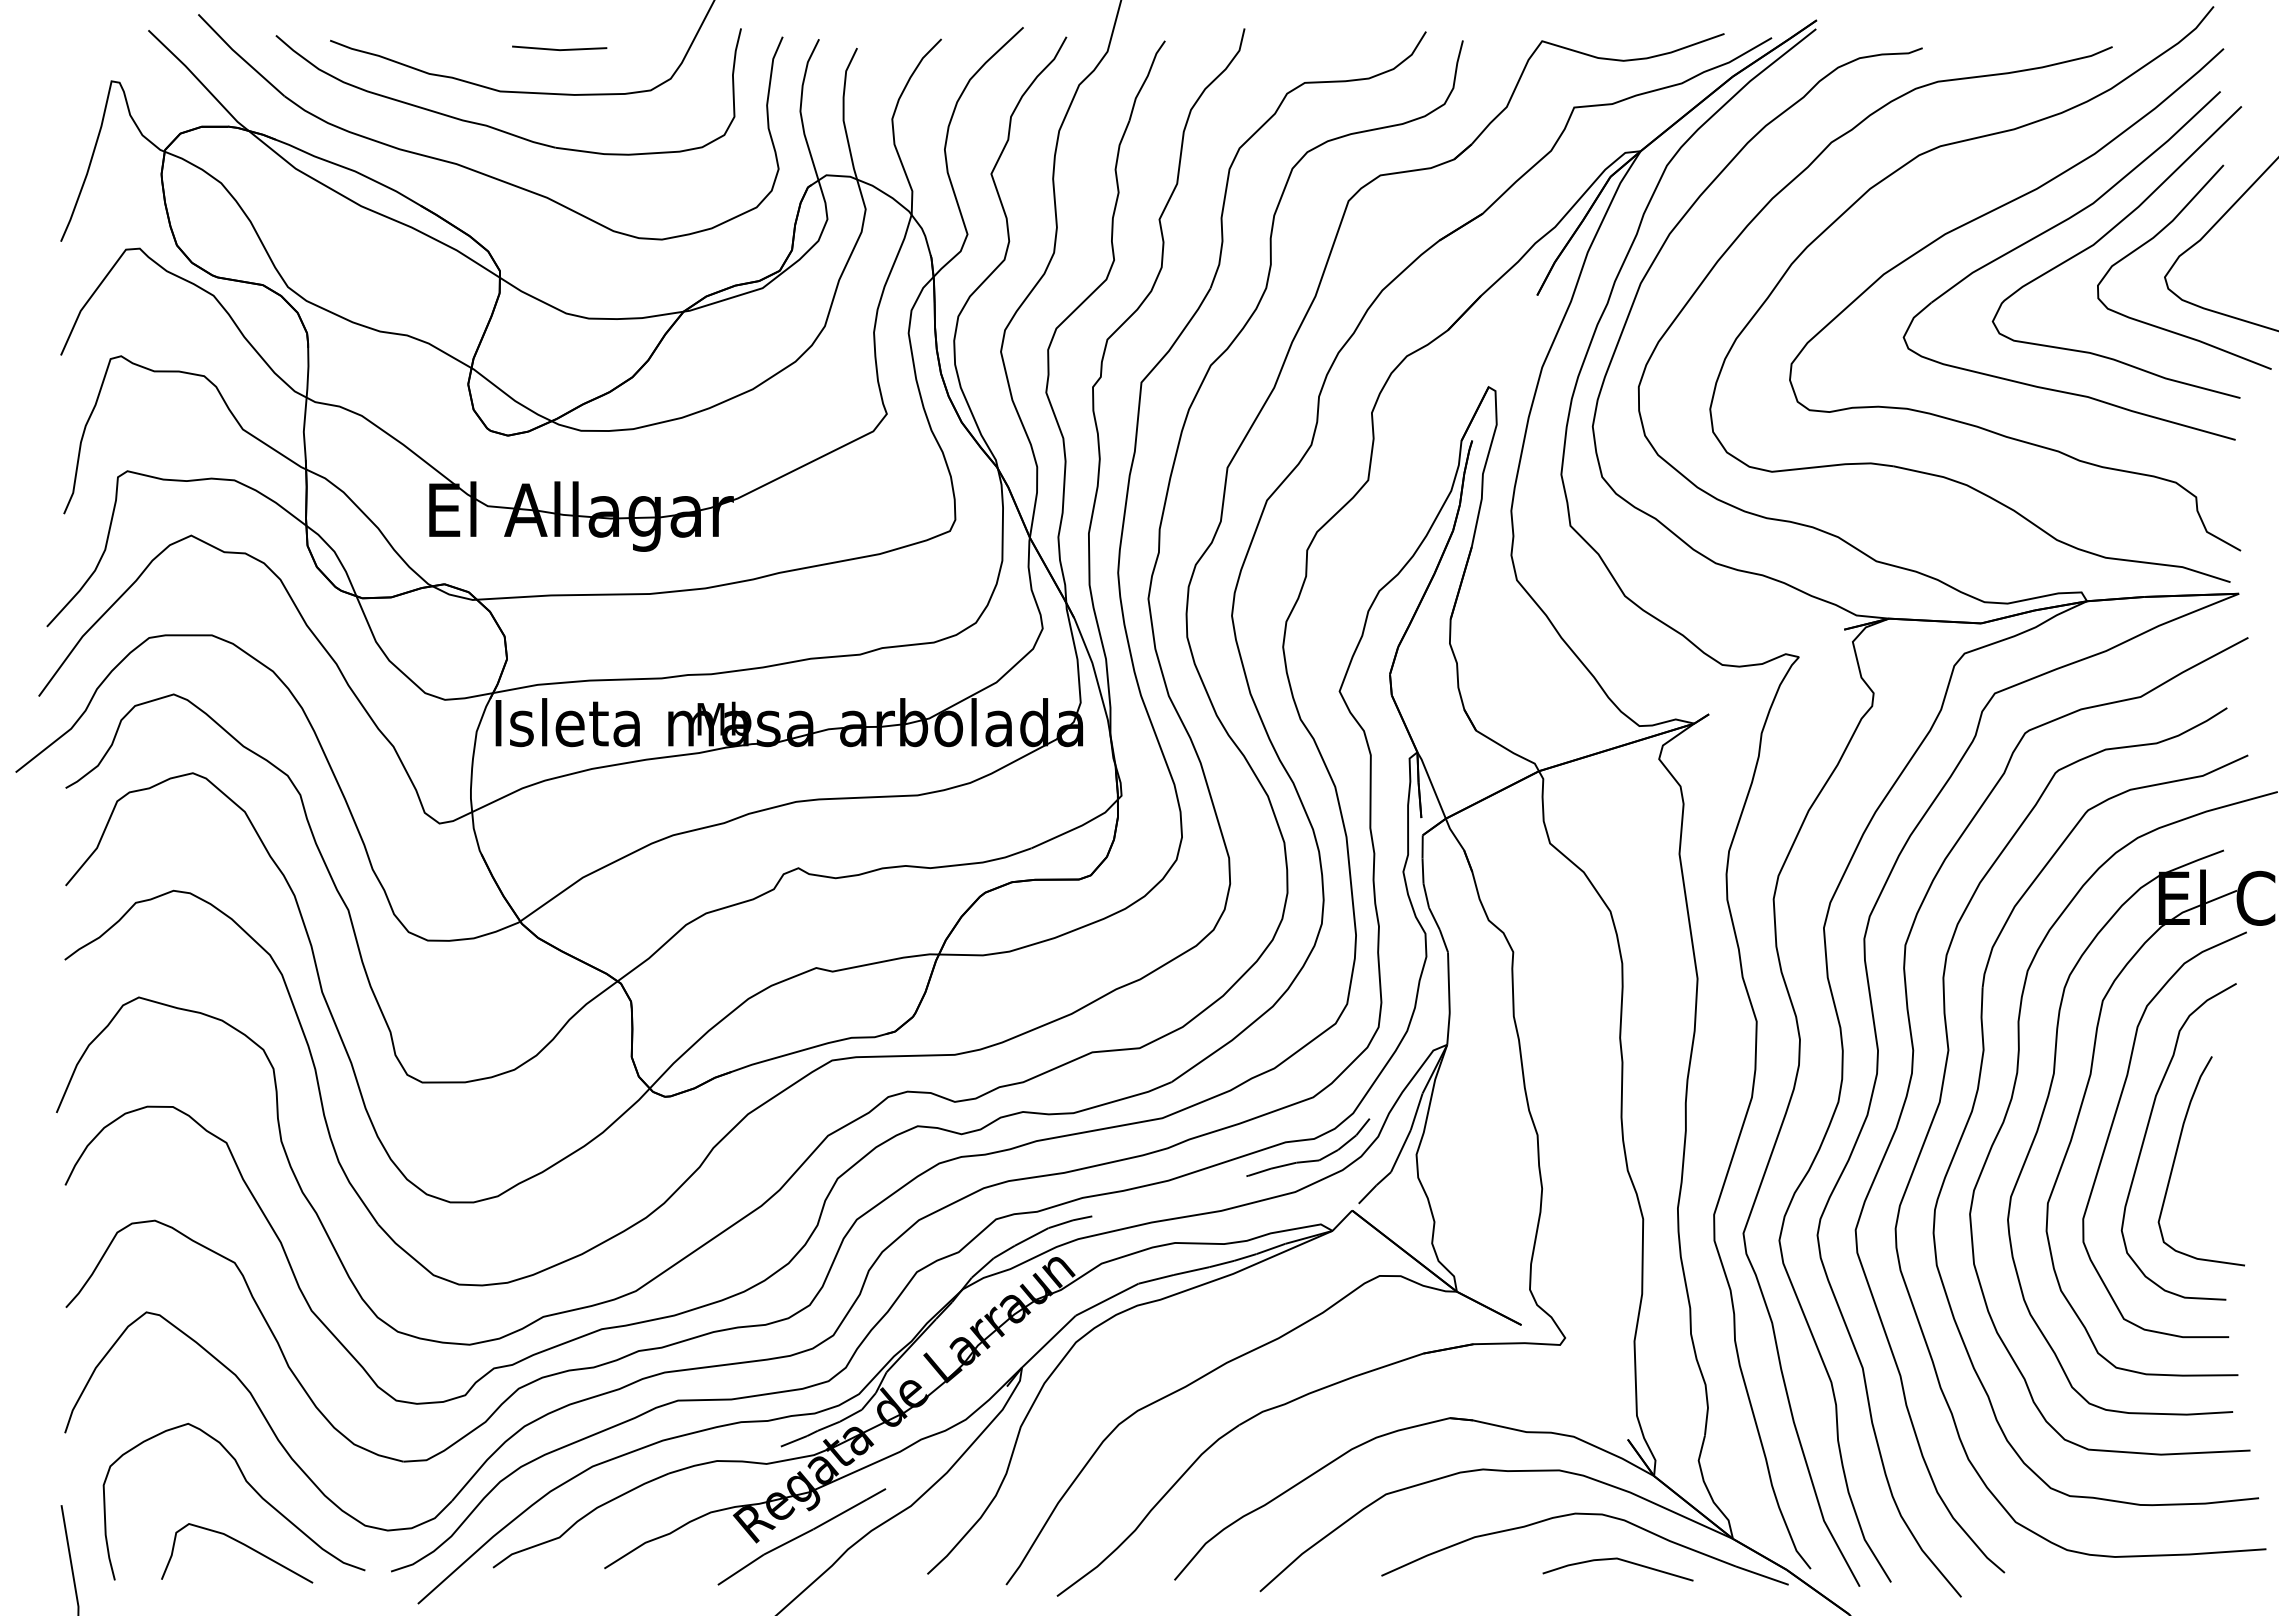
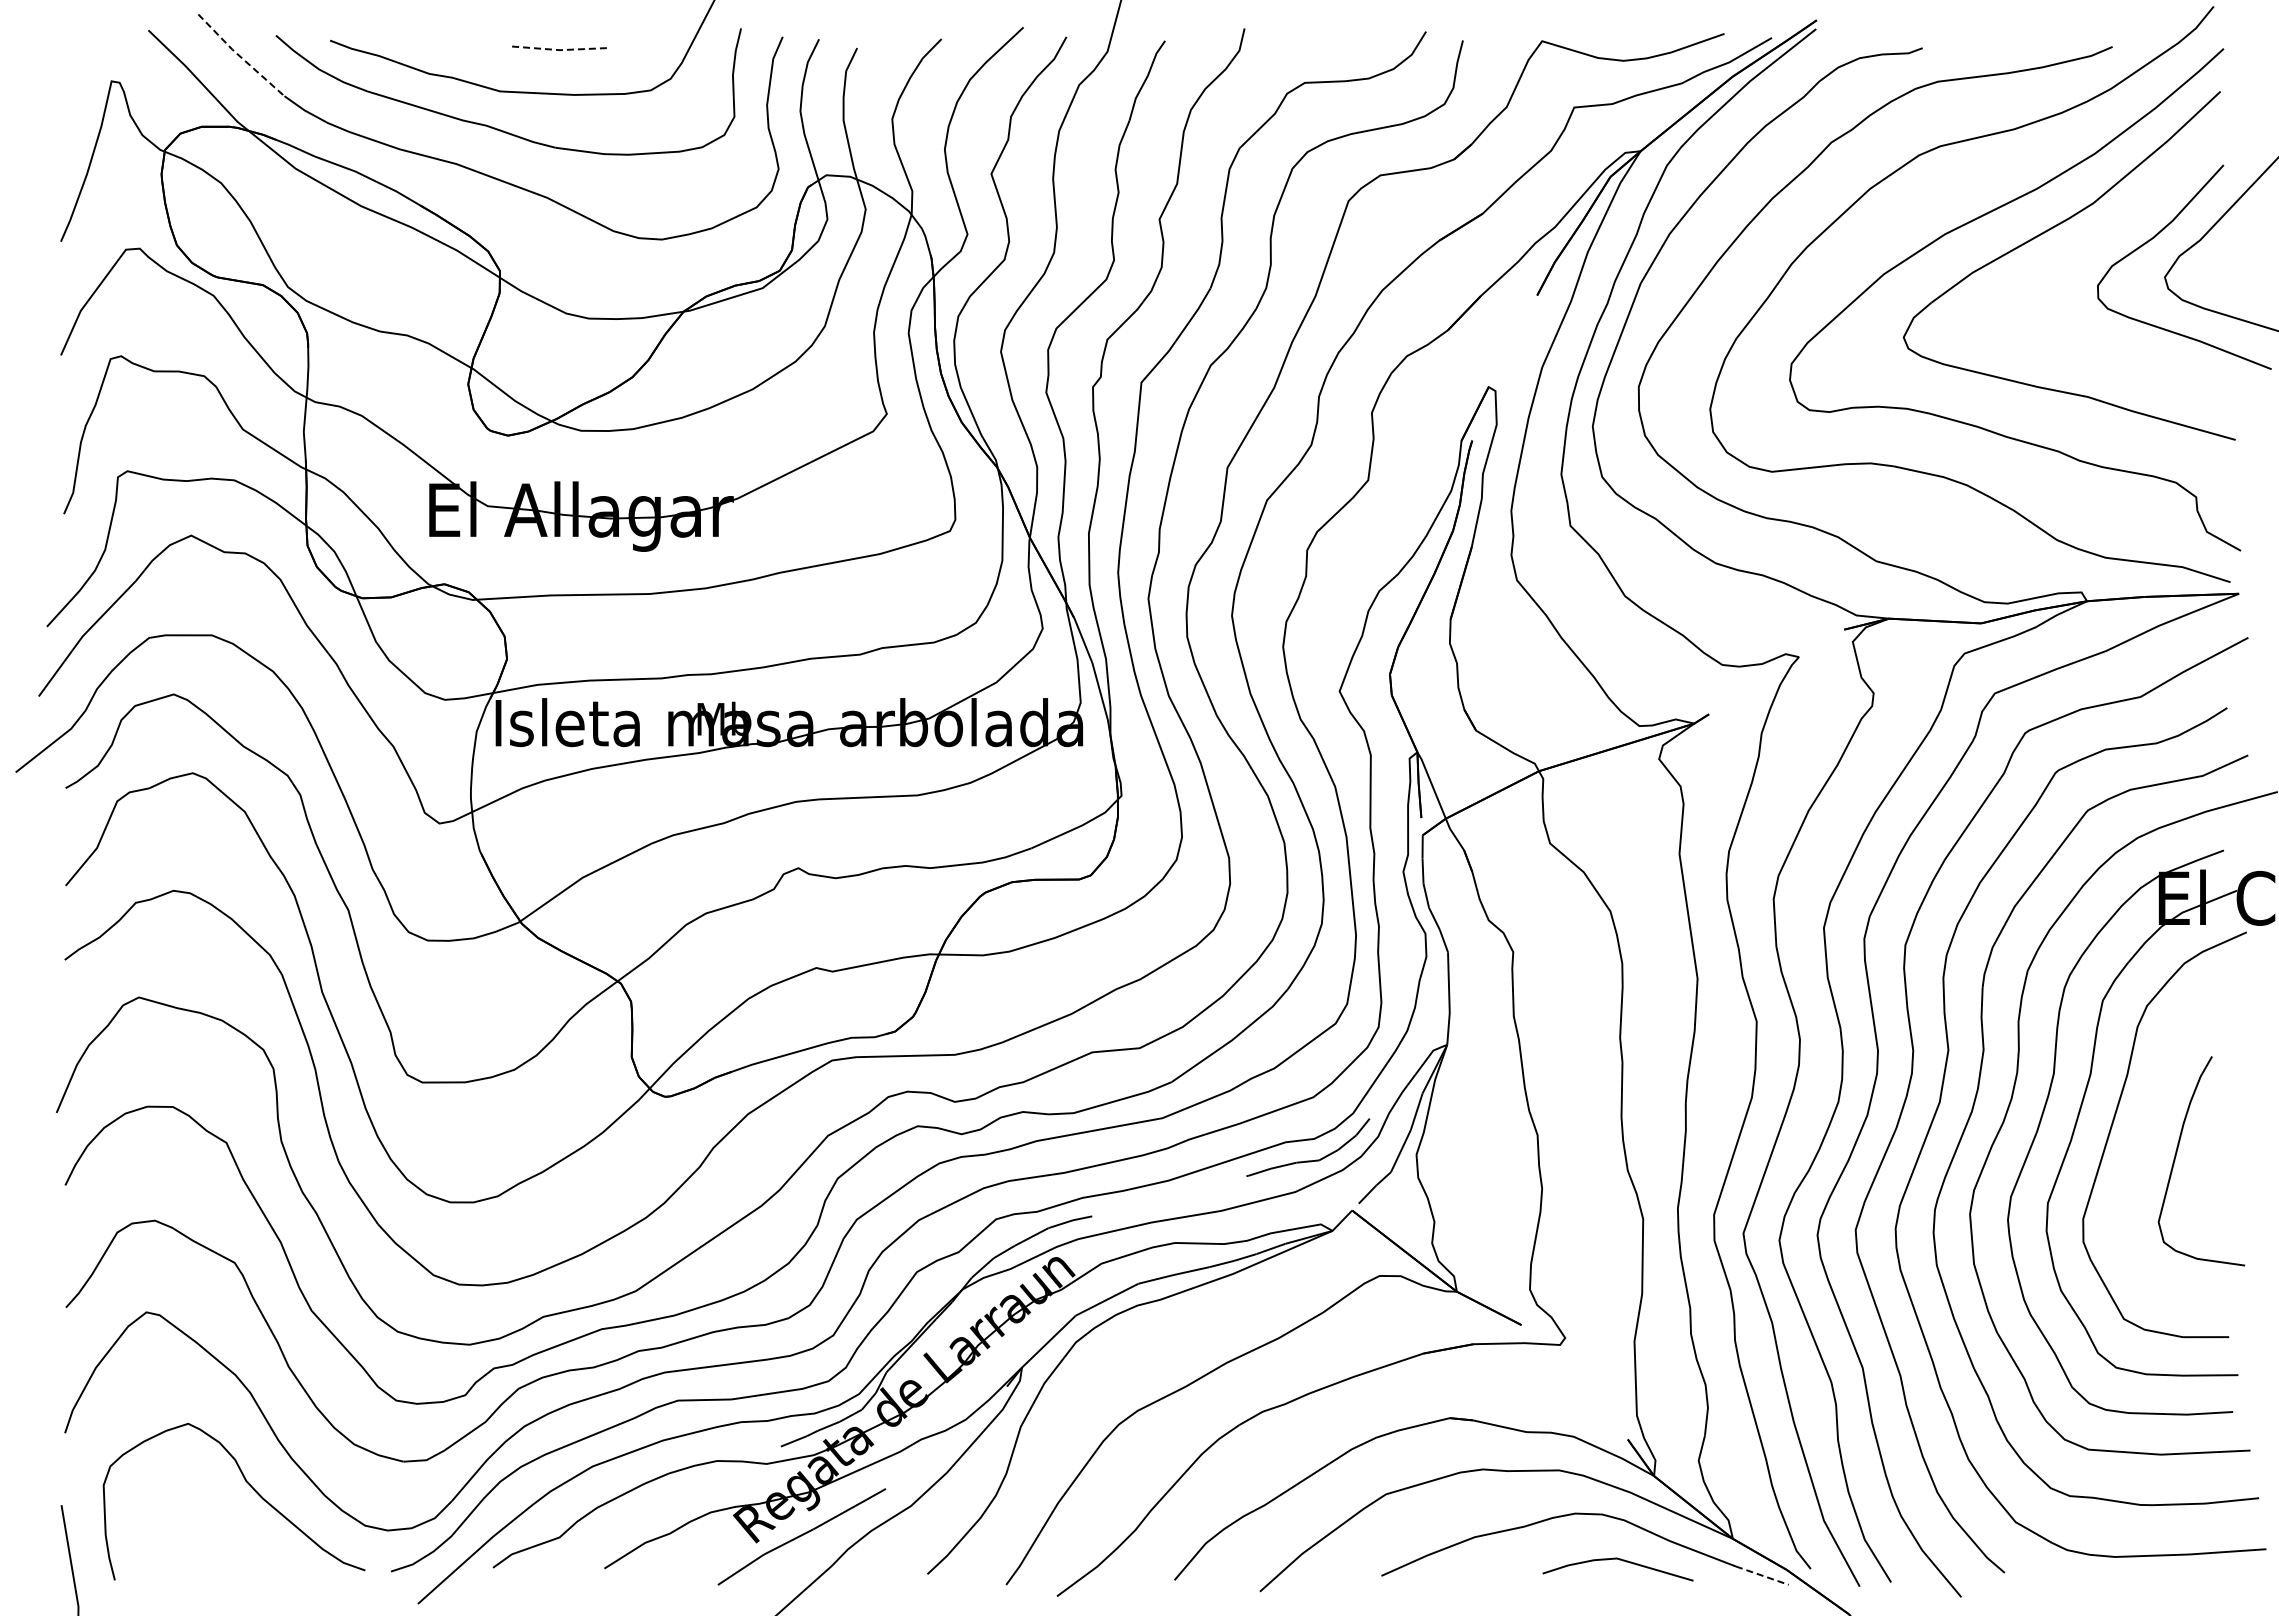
line at (559, 50): solid -> dashed
line at (239, 56): solid -> dashed
curve at (2105, 236): present -> none
curve at (2147, 1131): present -> none
curve at (241, 1544): present -> none
line at (1762, 1575): solid -> dashed
